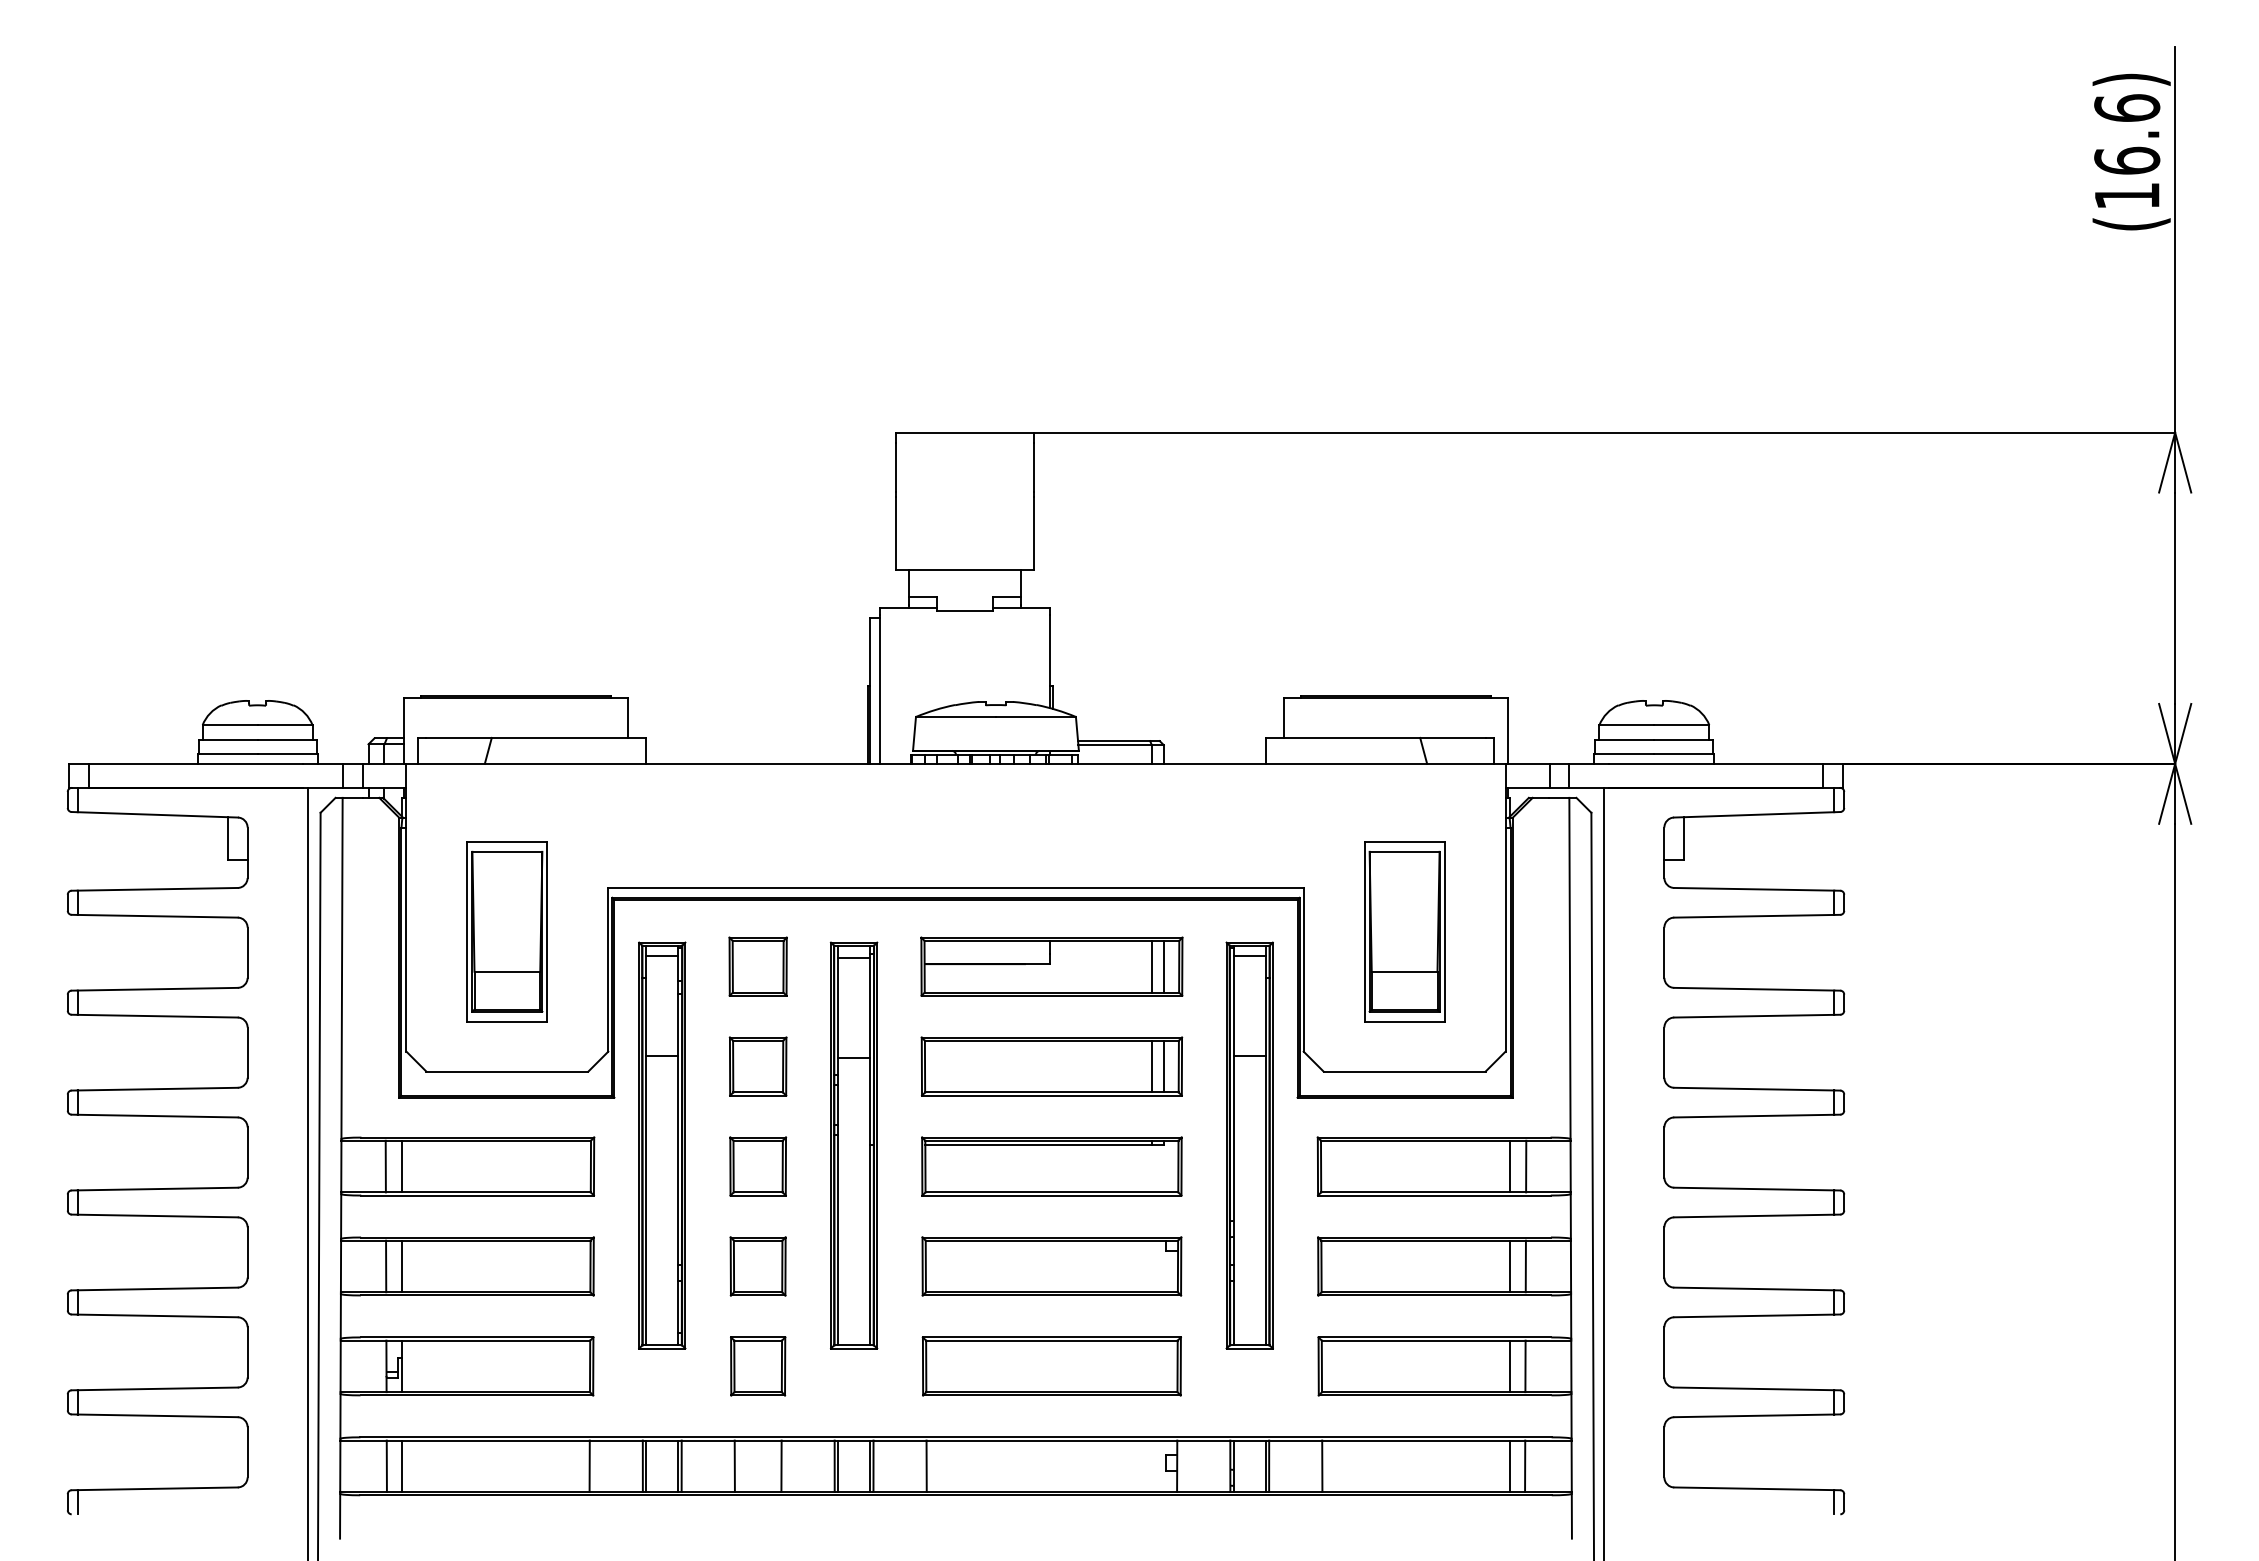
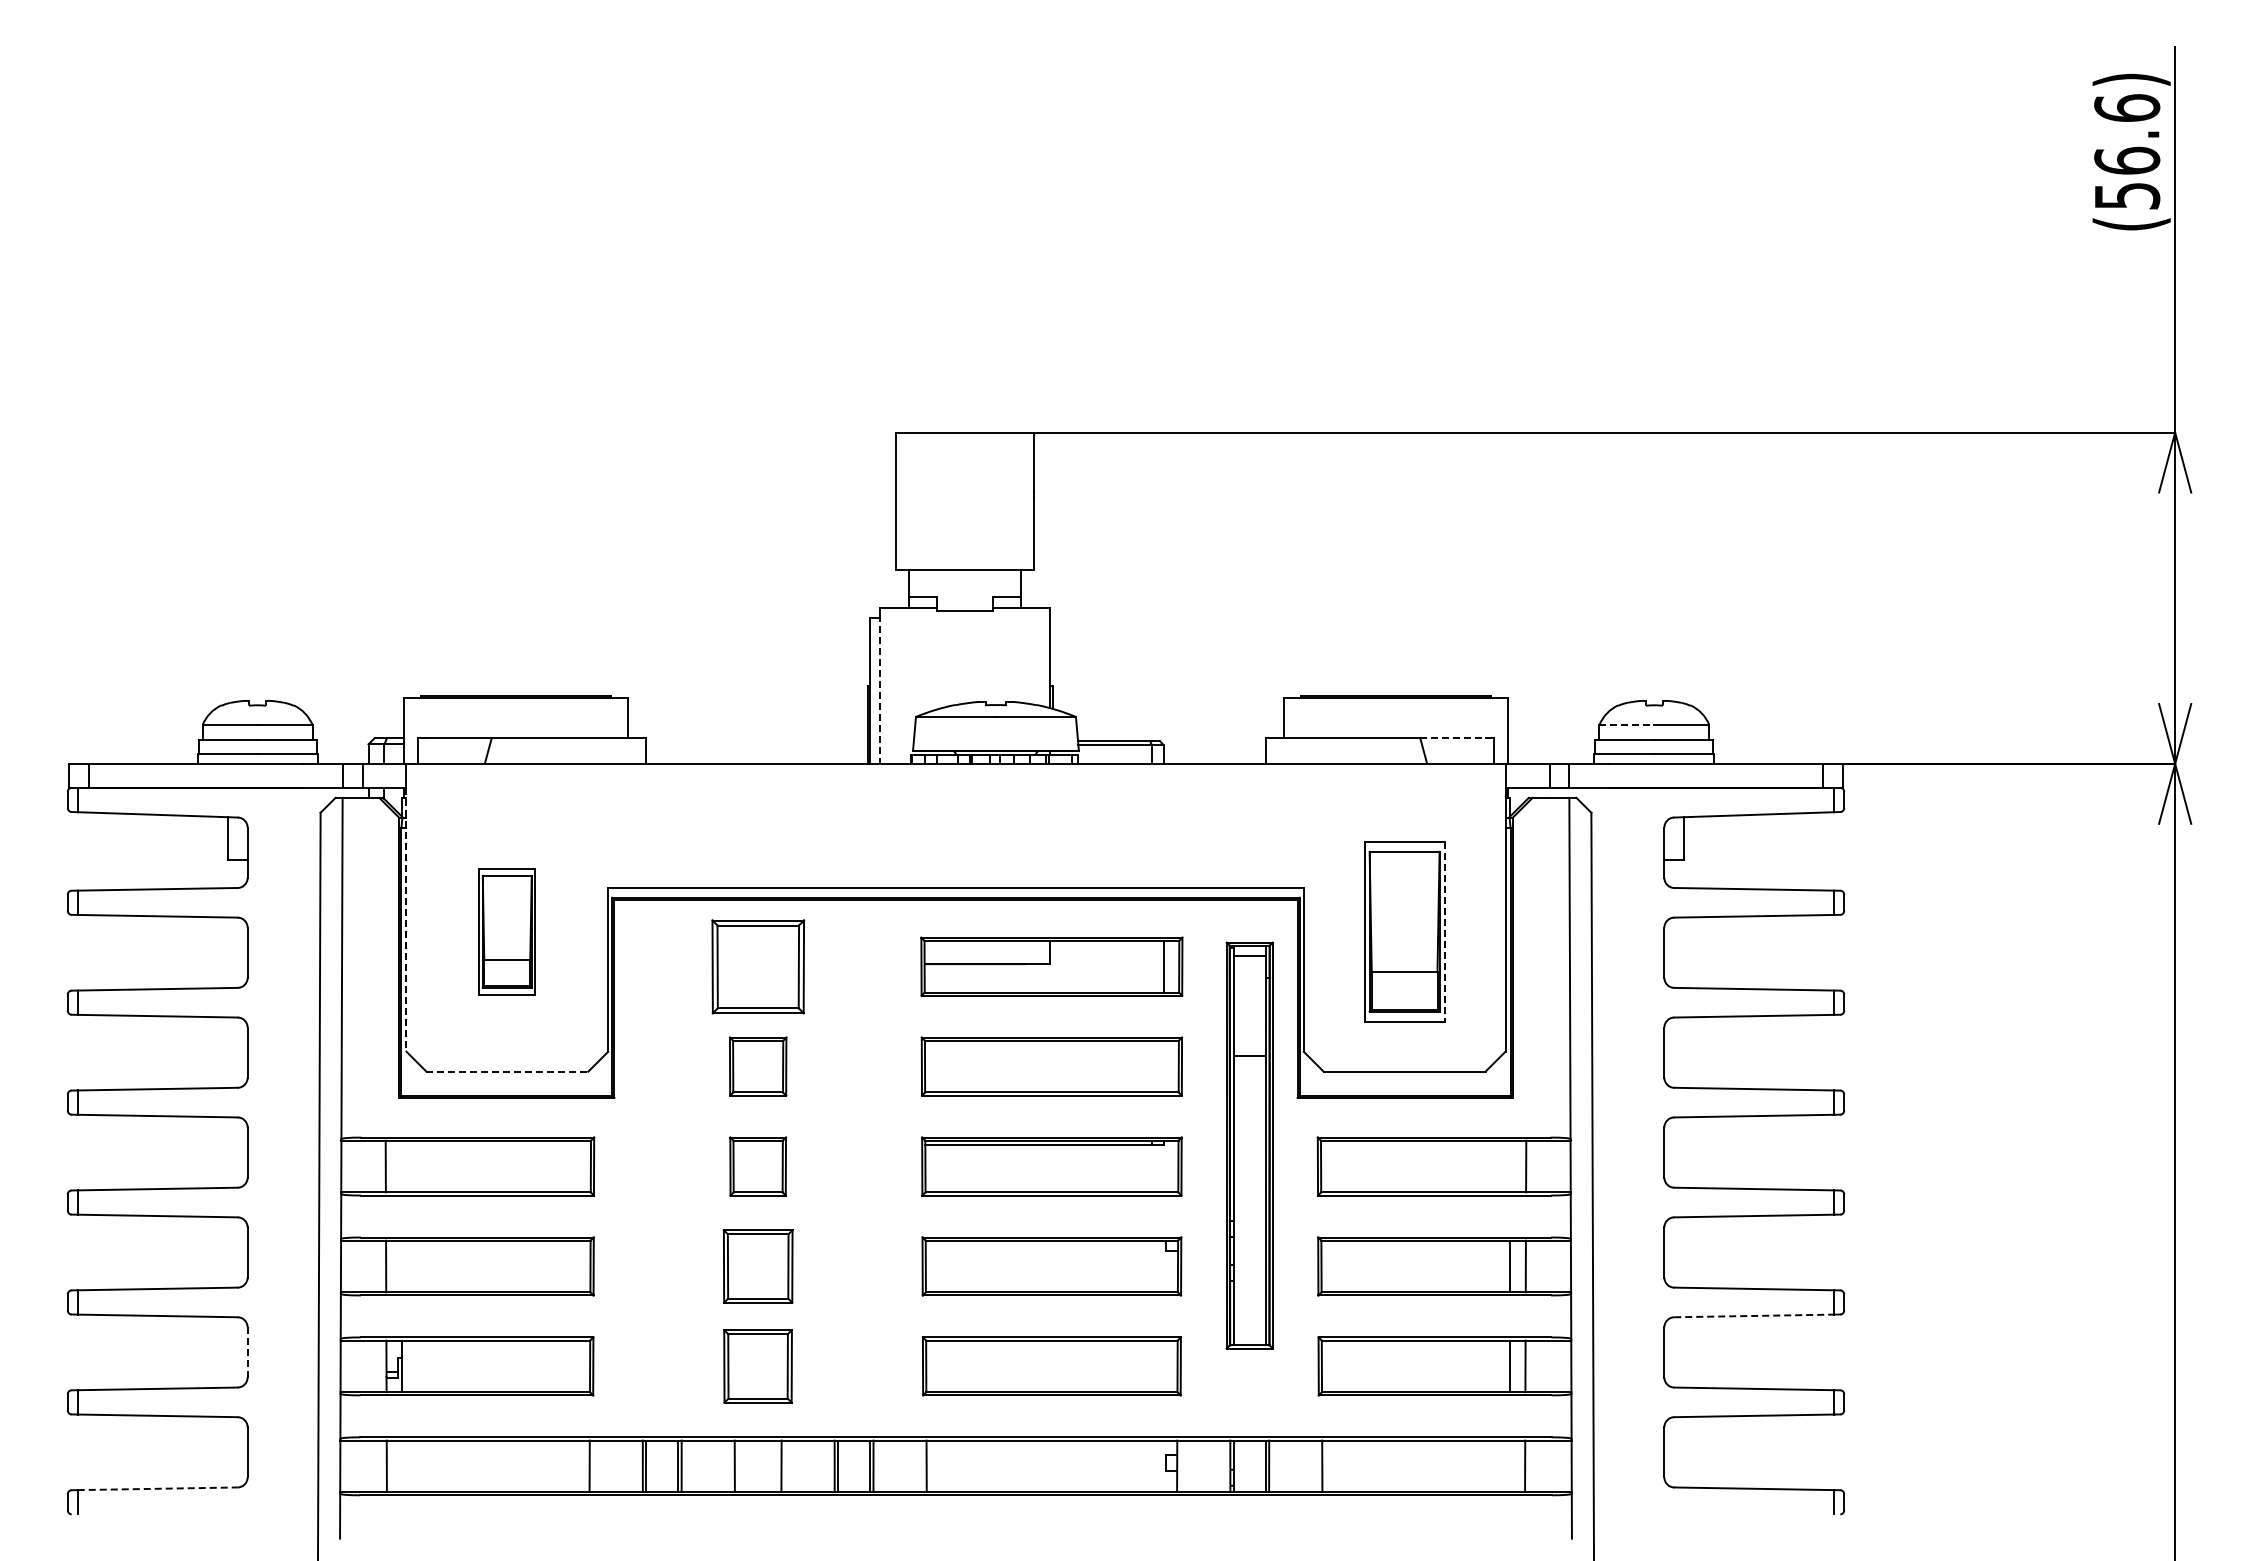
text at (2127, 196): (16.6) -> (56.6)
line at (880, 689): solid -> dashed
line at (1627, 725): solid -> dashed
line at (1452, 737): solid -> dashed
line at (406, 919): solid -> dashed
part at (506, 931) size: 82x182 px -> 58x128 px
line at (1444, 931): solid -> dashed
part at (757, 966) size: 60x61 px -> 95x96 px
line at (1151, 966): present -> none
line at (1151, 1066): present -> none
line at (1163, 1066): present -> none
line at (507, 1071): solid -> dashed
part at (662, 1145): present -> none
part at (853, 1145): present -> none
line at (402, 1166): present -> none
line at (1509, 1166): present -> none
line at (307, 1172): present -> none
line at (1604, 1172): present -> none
line at (402, 1266): present -> none
part at (757, 1266) size: 58x61 px -> 72x75 px
line at (1754, 1315): solid -> dashed
line at (247, 1351): solid -> dashed
part at (758, 1366) size: 57x61 px -> 70x75 px
line at (402, 1466): present -> none
line at (1509, 1466): present -> none
line at (158, 1488): solid -> dashed
